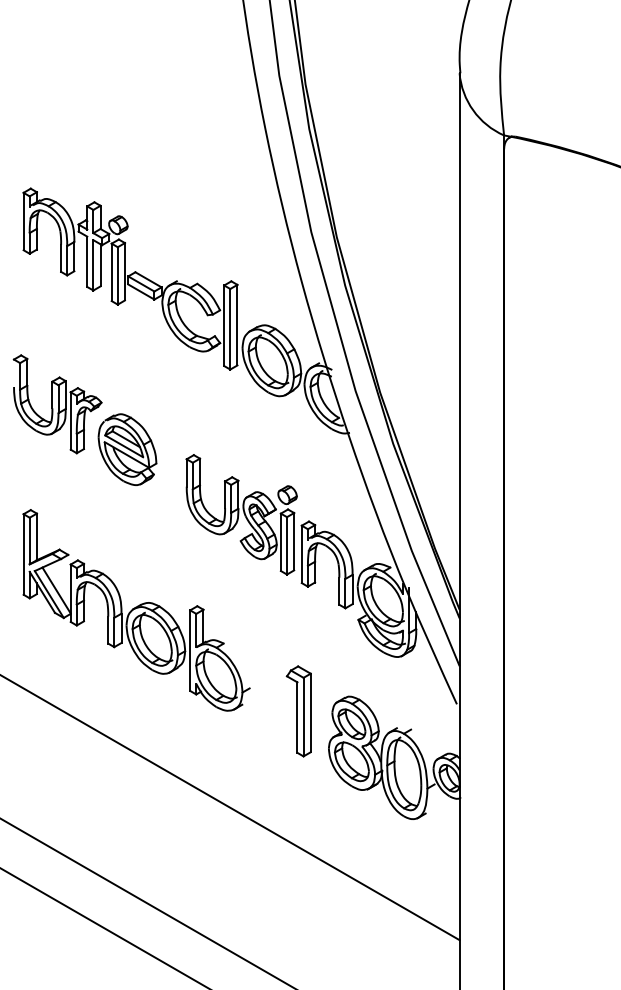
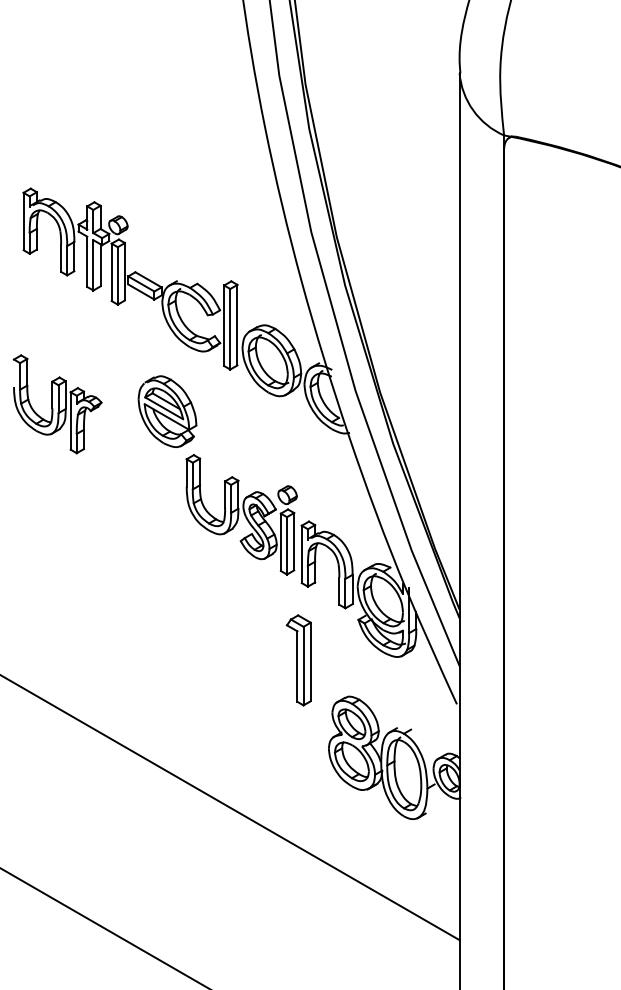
part at (127, 449) position: (127, 449) -> (167, 411)
part at (136, 610): present -> none
part at (298, 711) position: (298, 711) -> (298, 660)
line at (146, 902): present -> none
